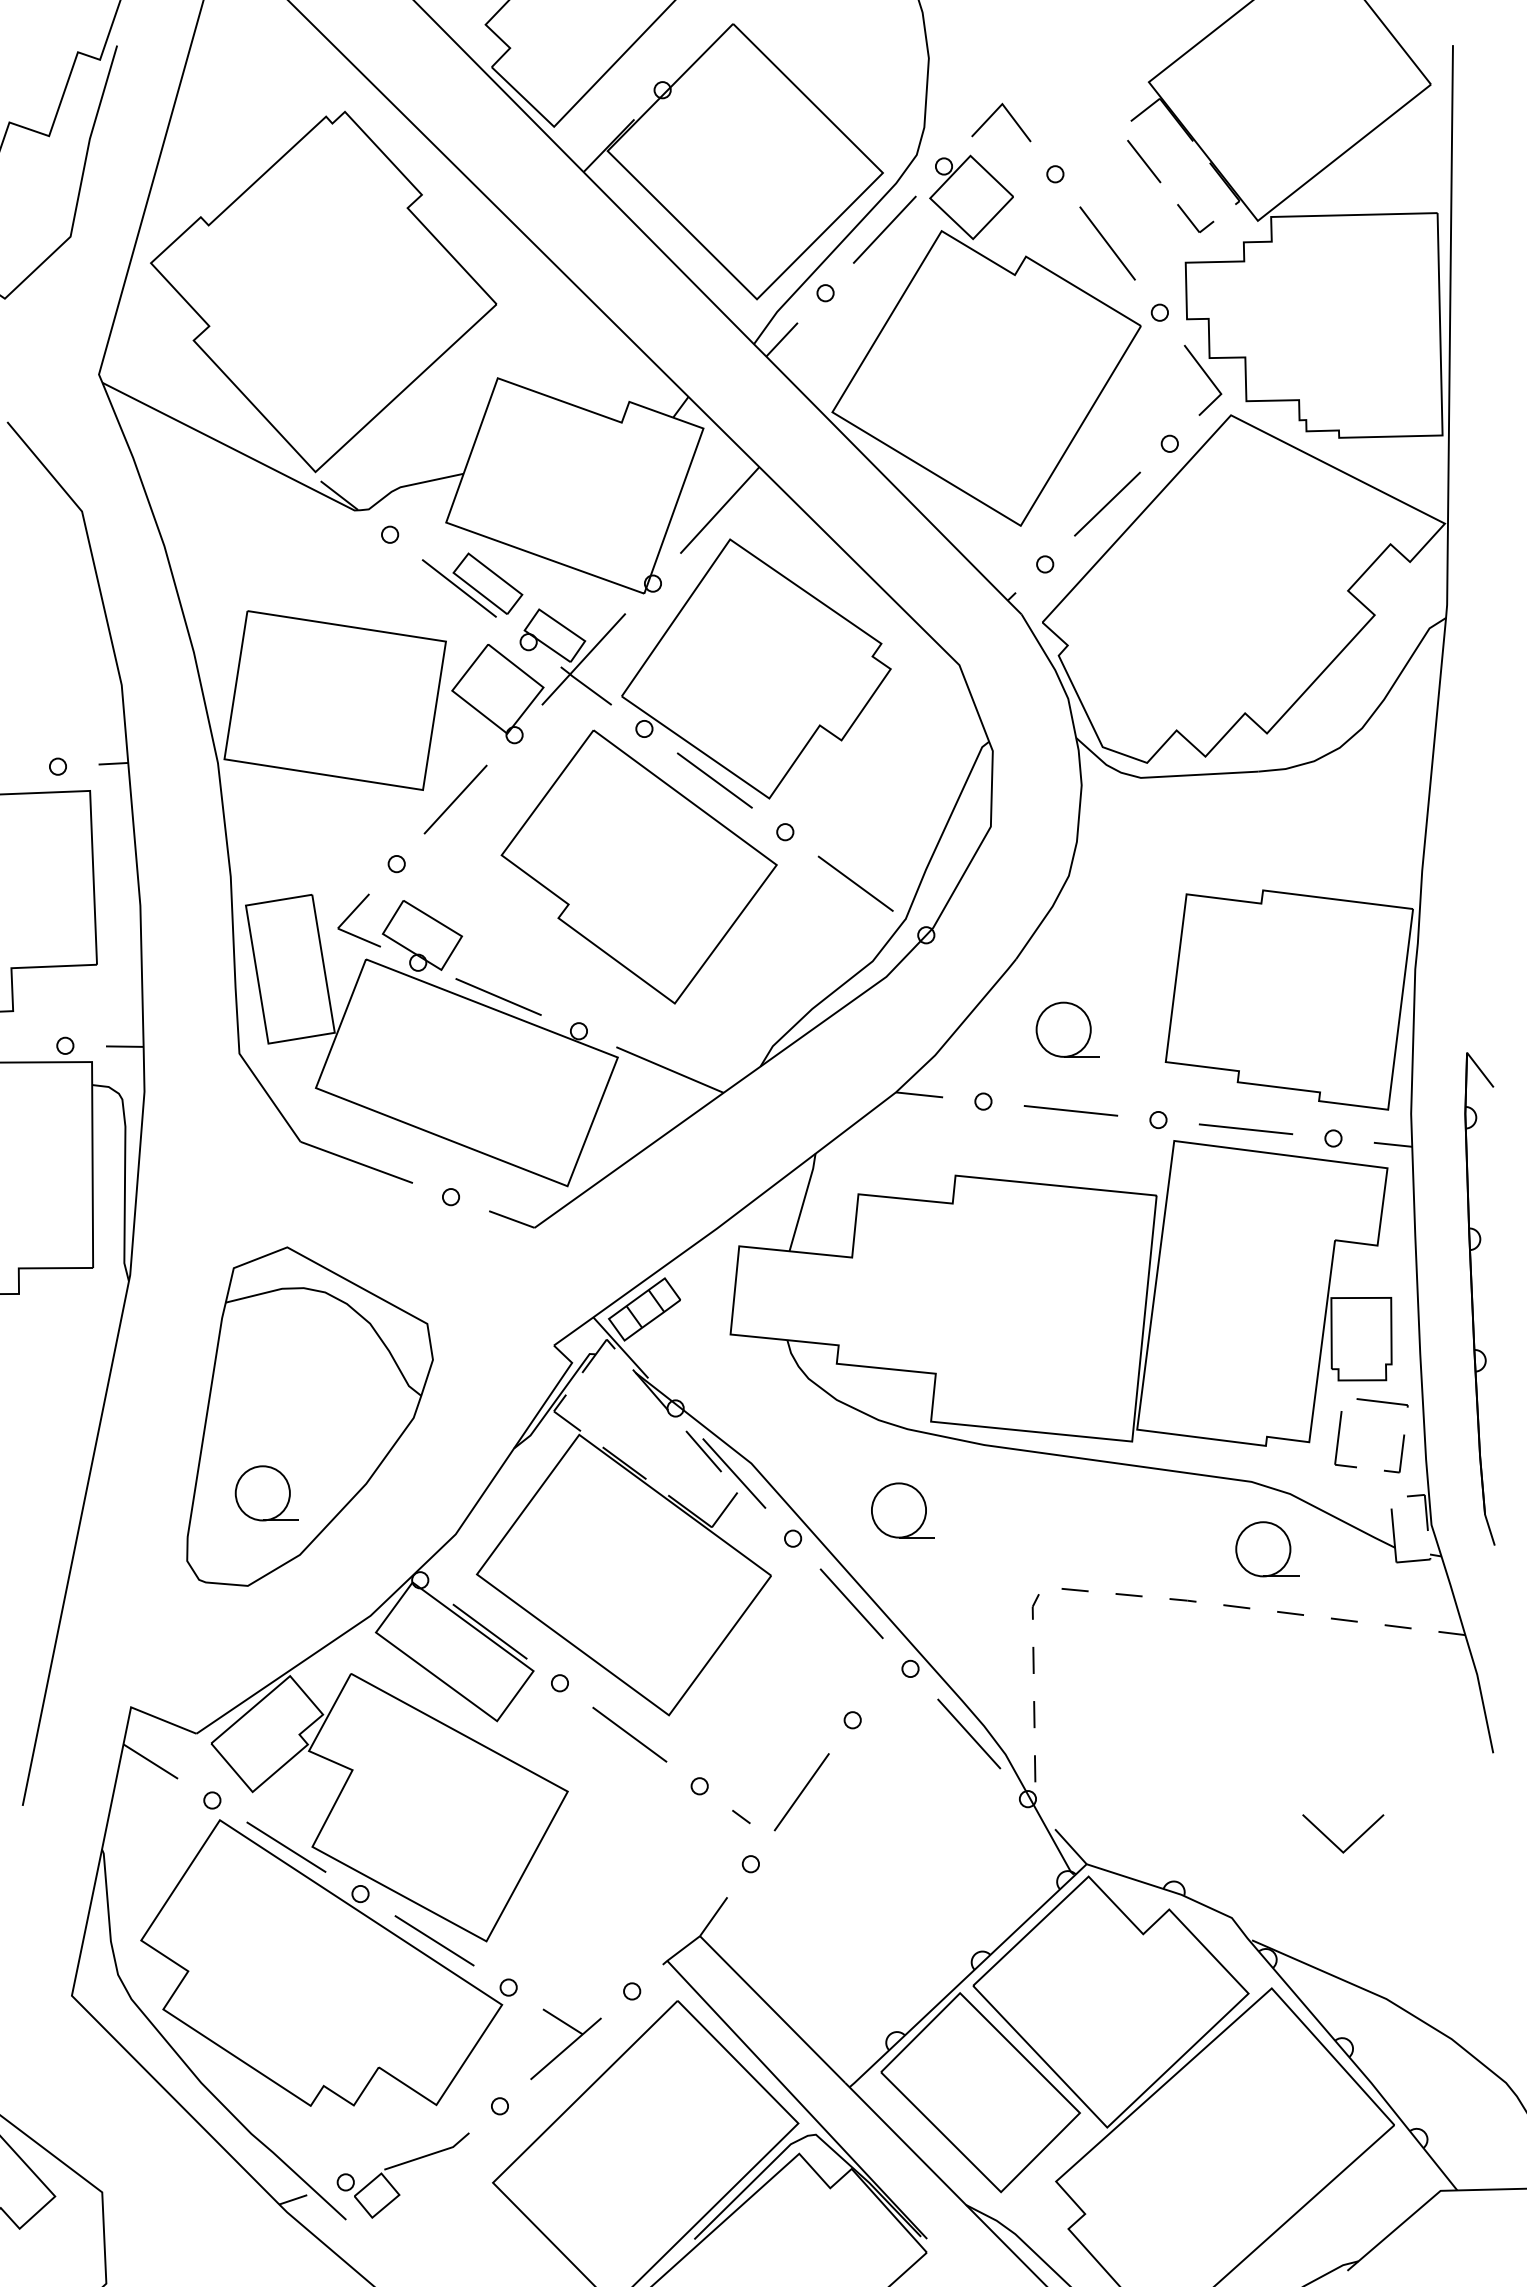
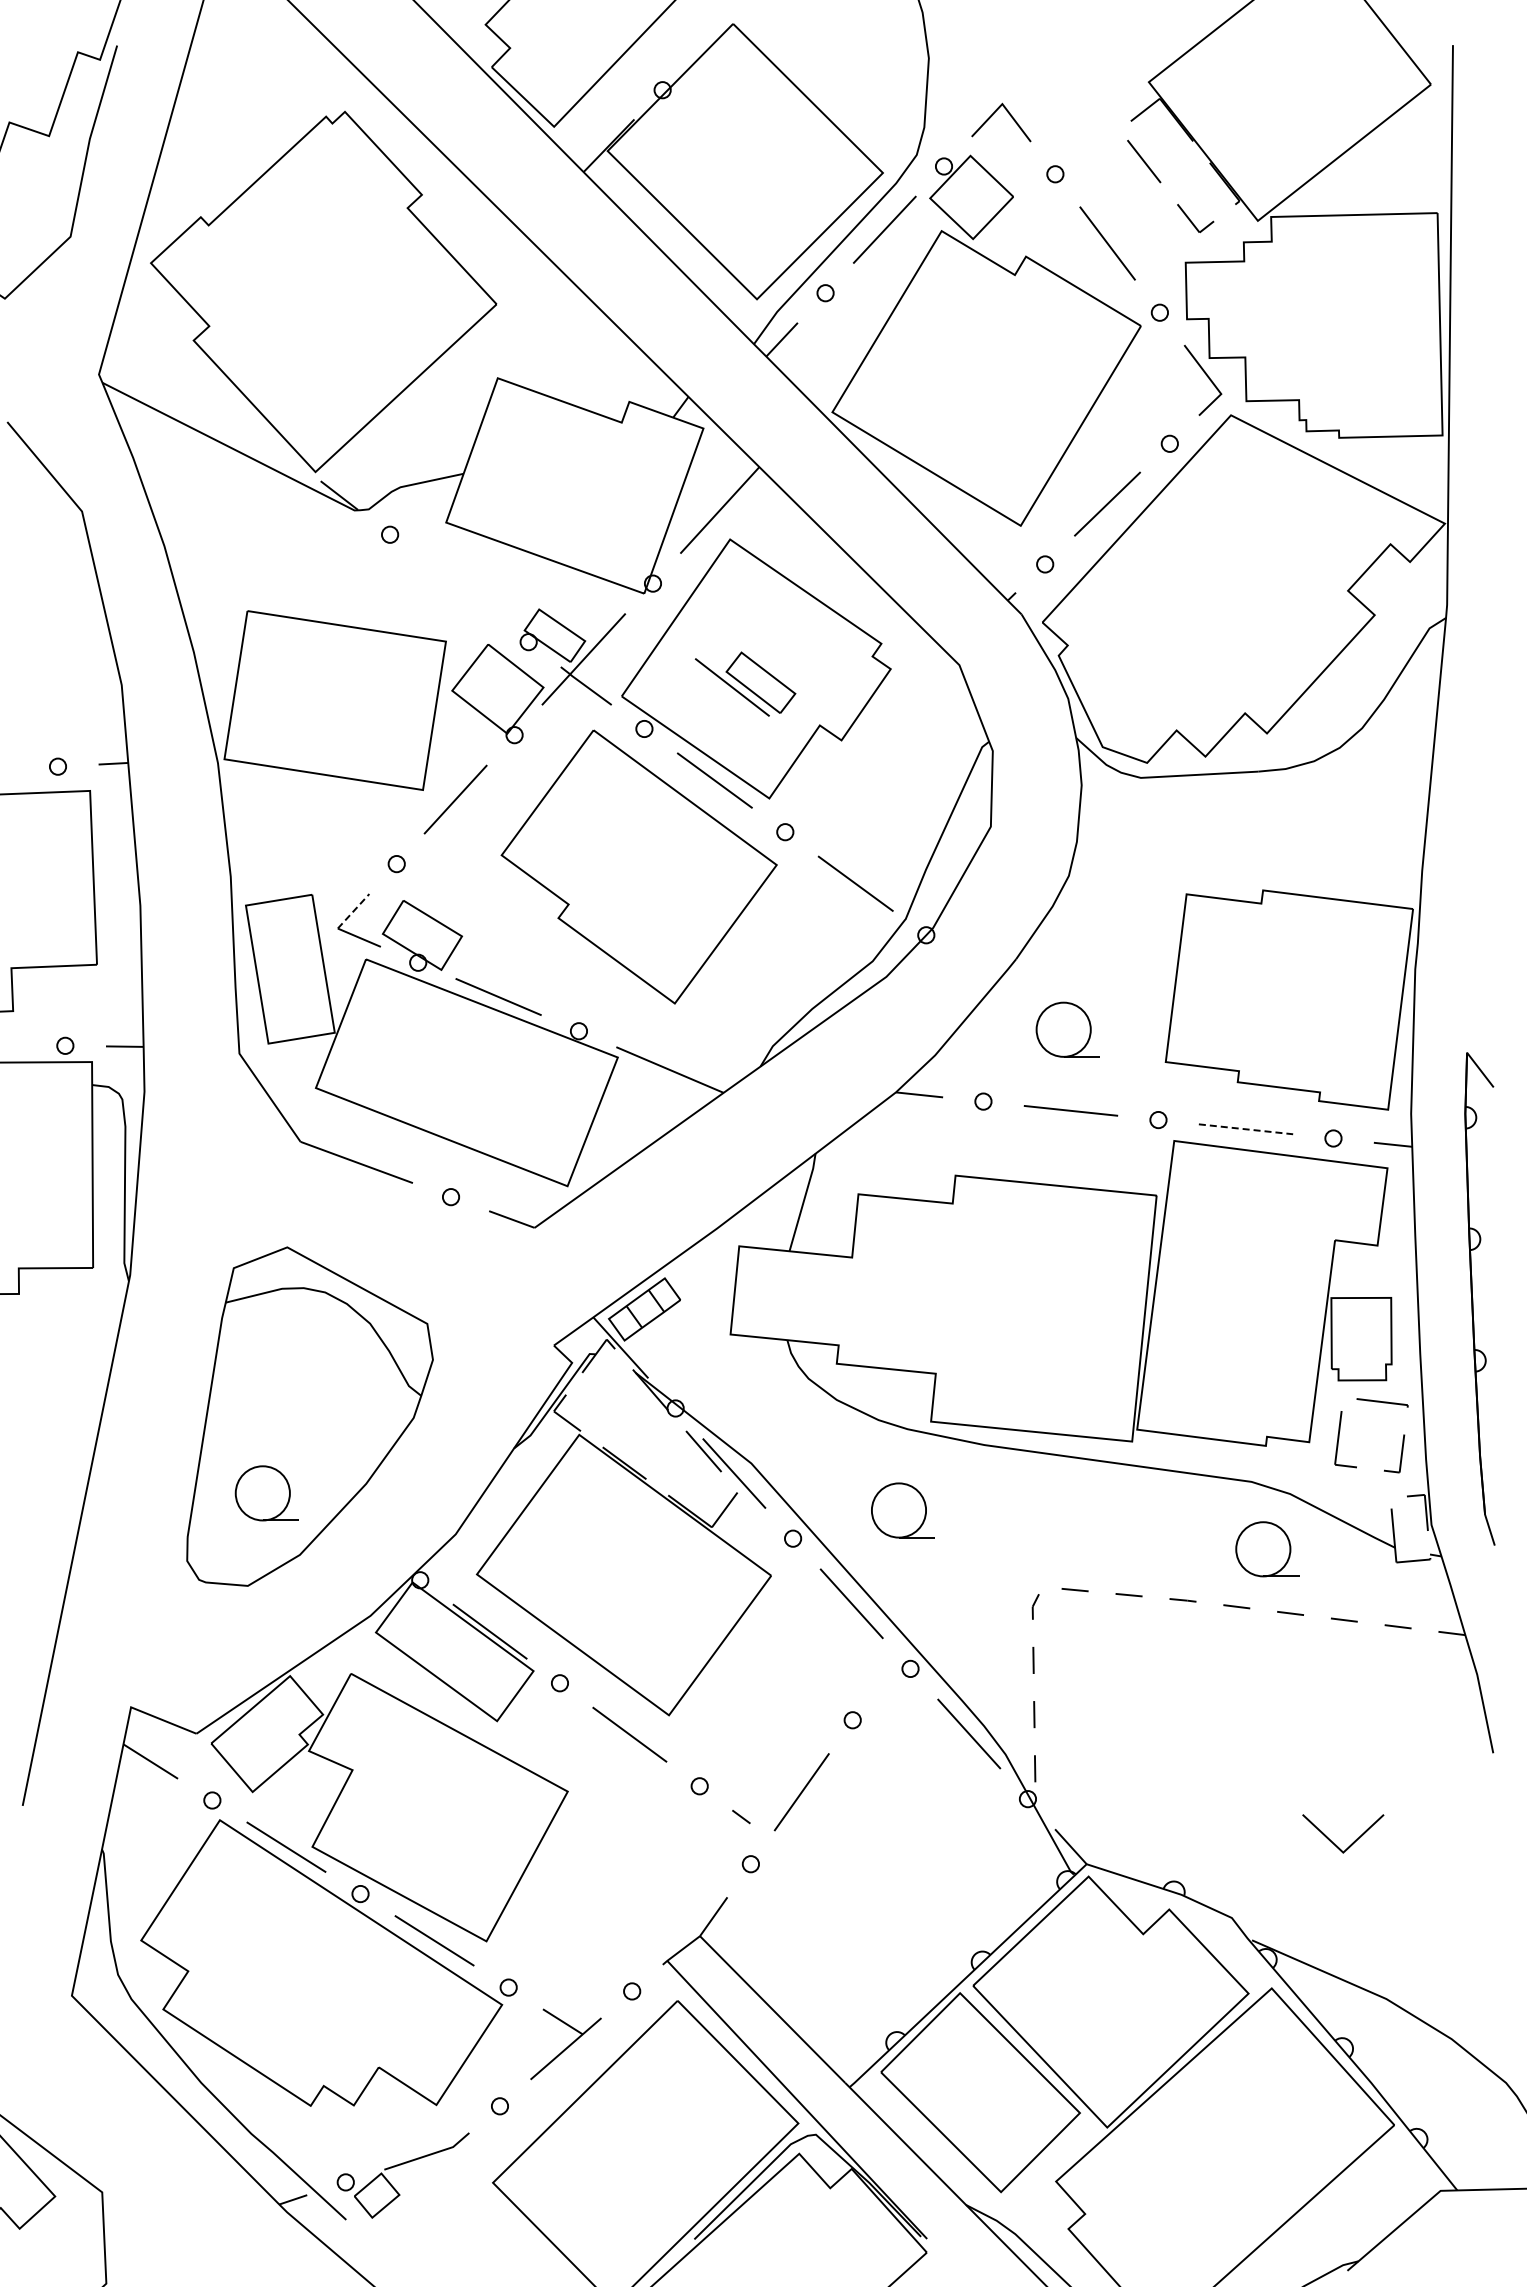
part at (472, 584) position: (472, 584) -> (745, 683)
line at (353, 910): solid -> dashed
line at (1246, 1129): solid -> dashed
